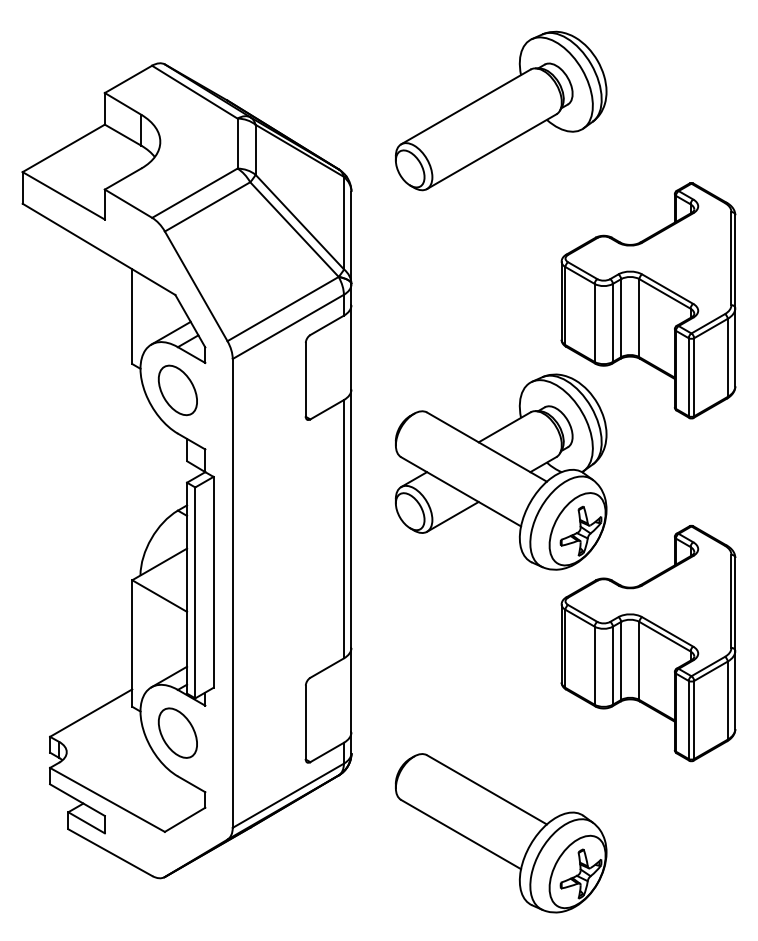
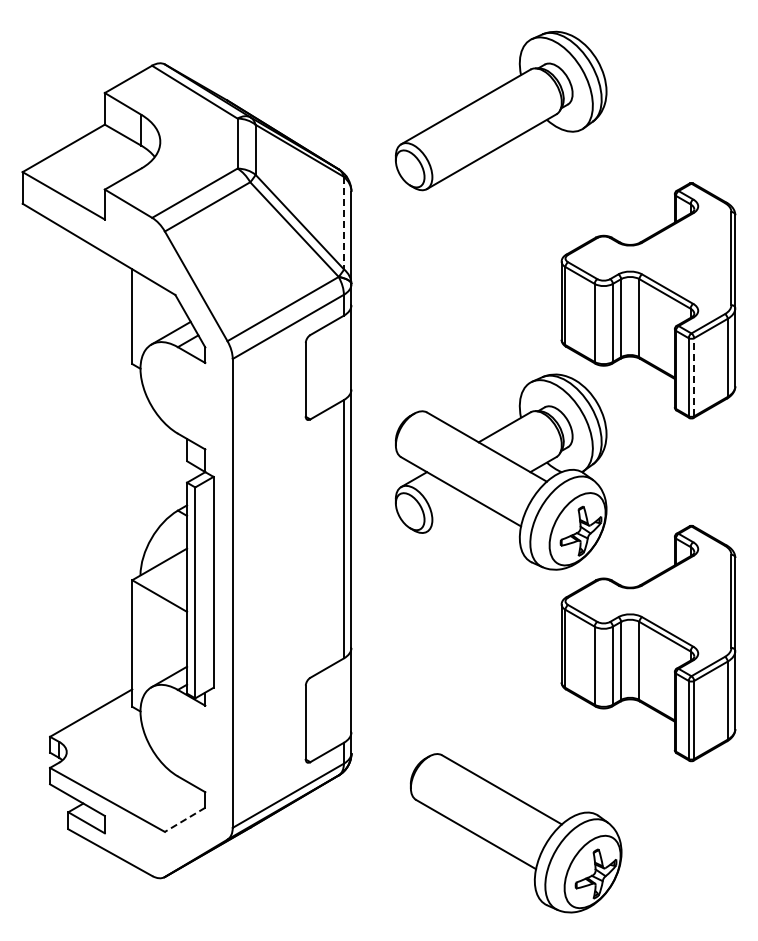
line at (344, 223): solid -> dashed
line at (694, 376): solid -> dashed
part at (177, 390): present -> none
line at (452, 516): present -> none
part at (177, 732): present -> none
line at (185, 819): solid -> dashed
part at (500, 833) position: (500, 833) -> (515, 833)
